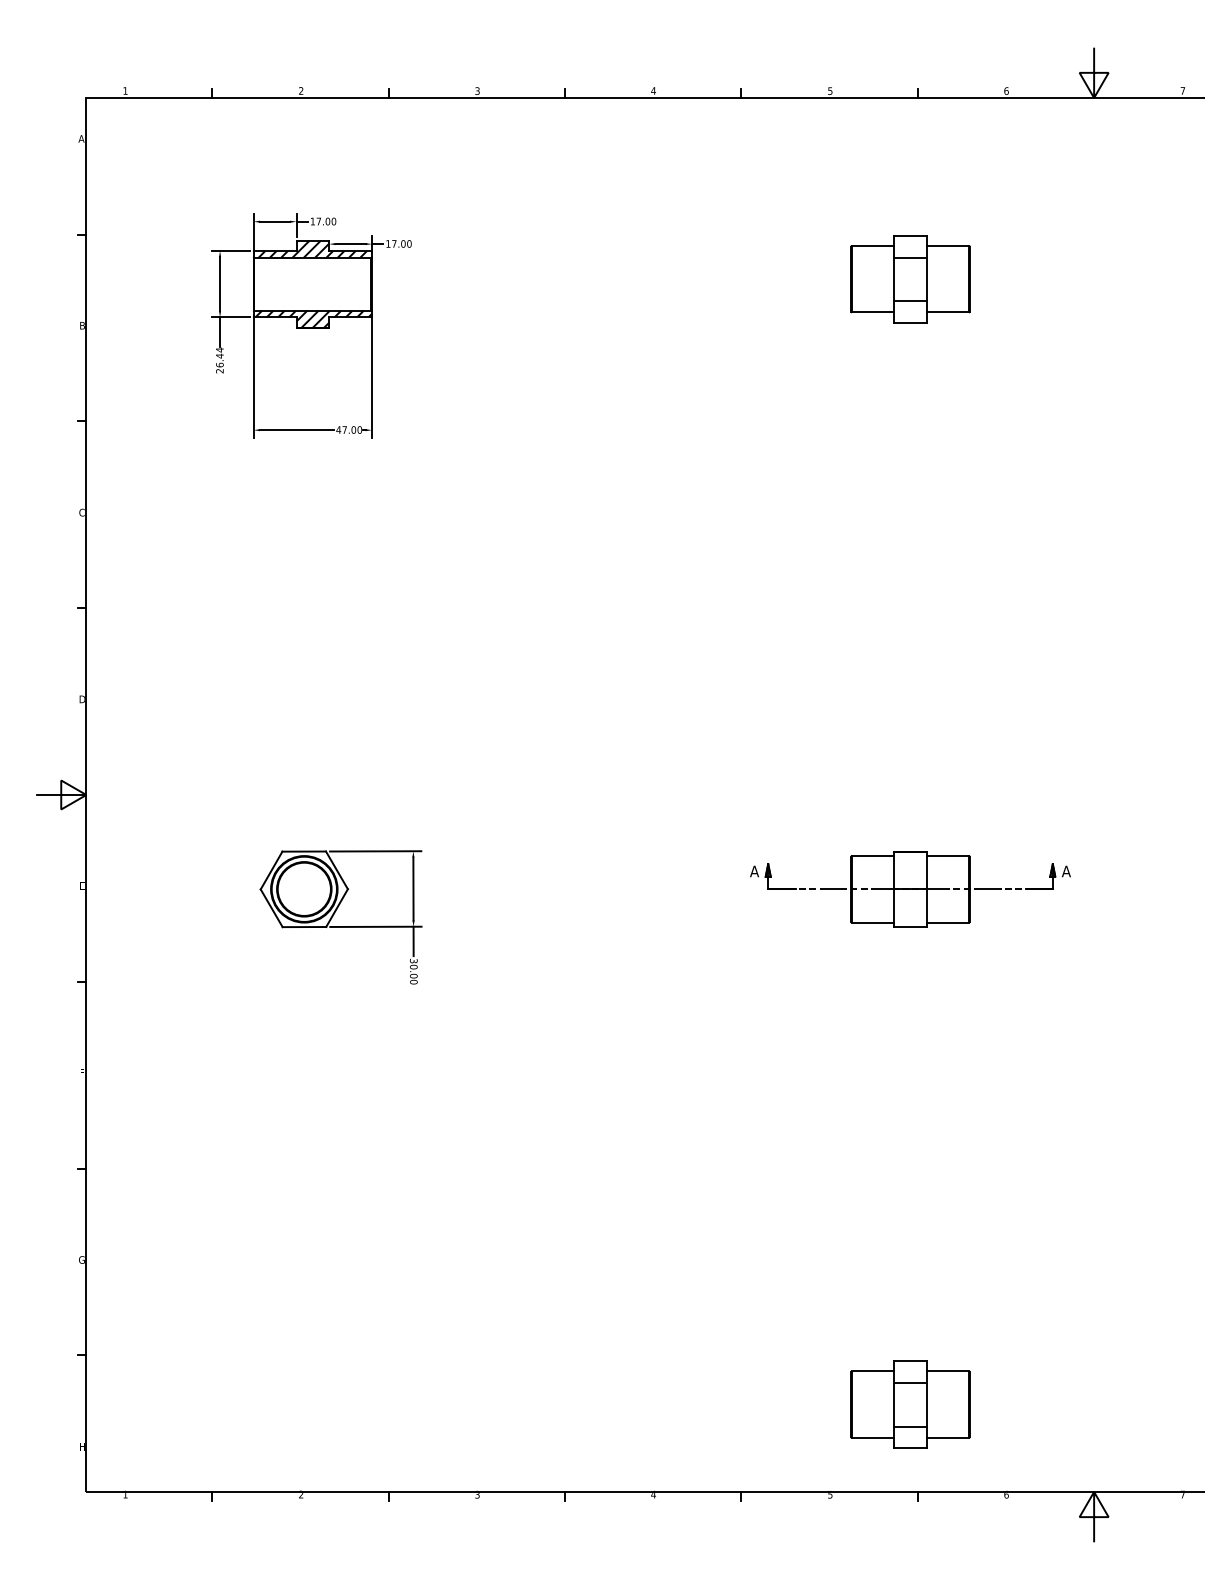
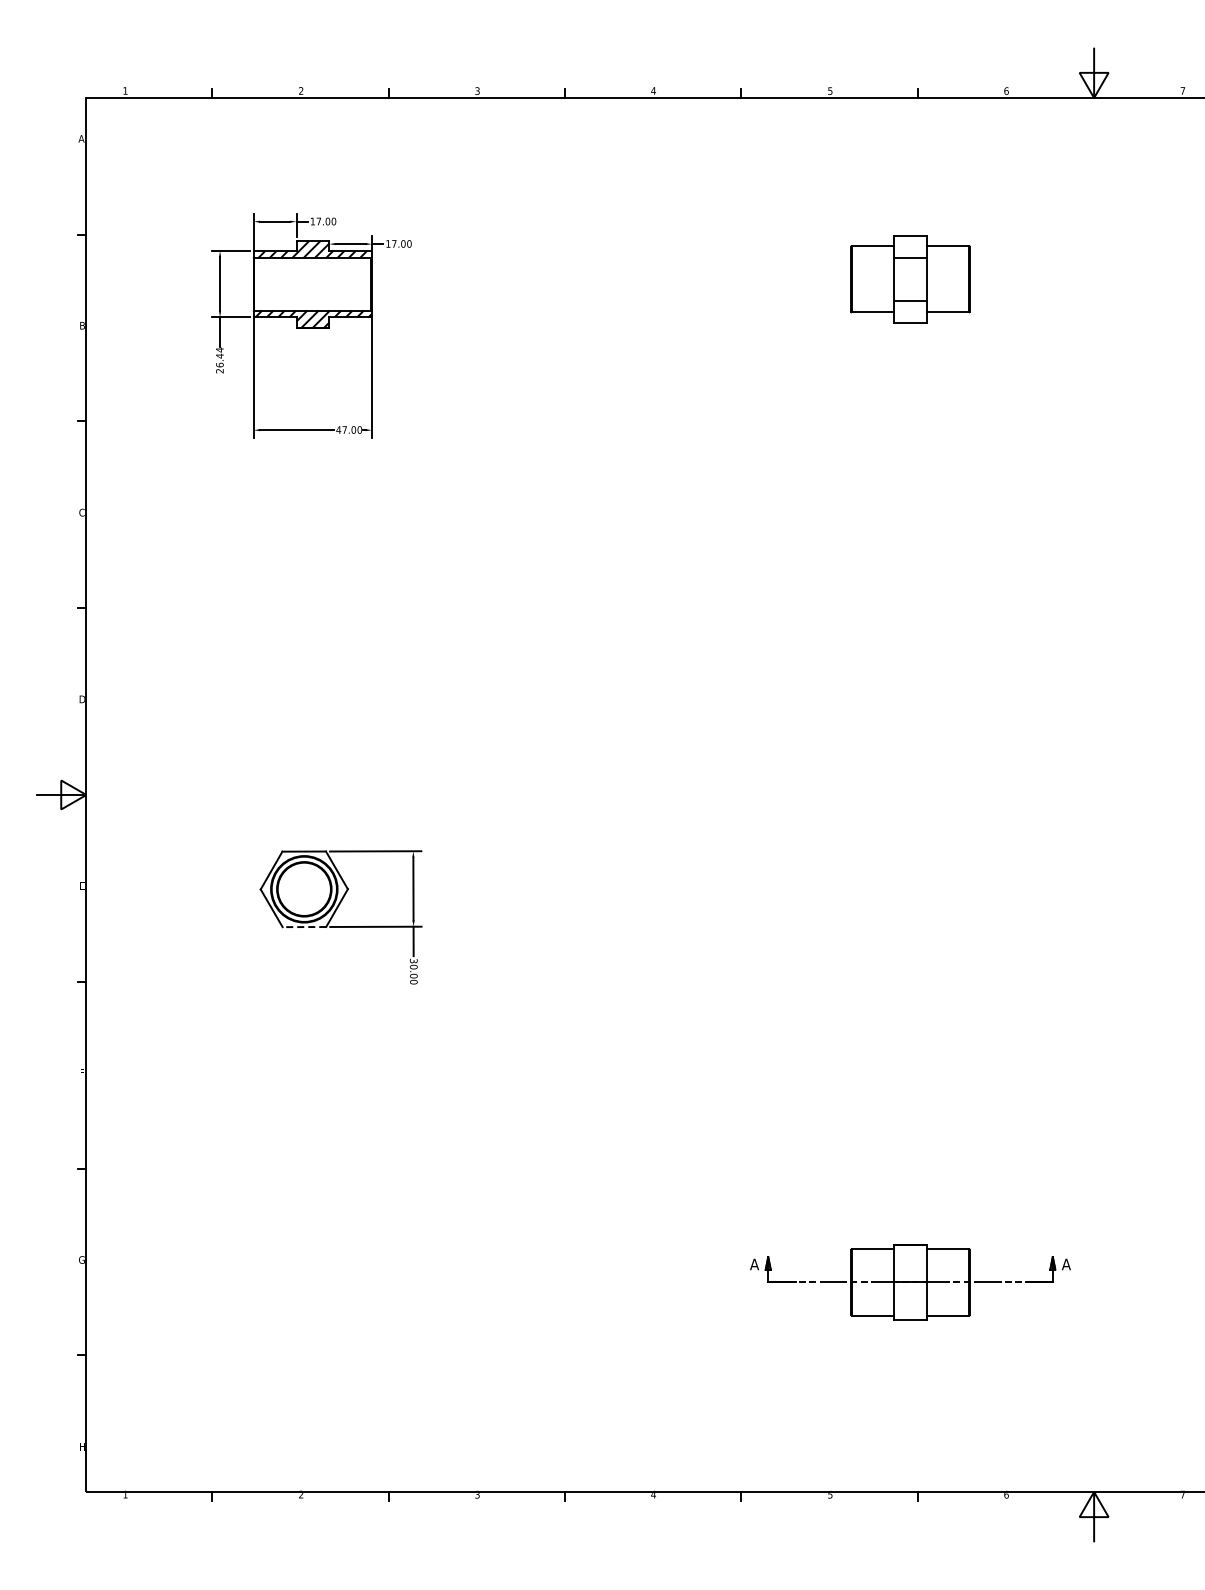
part at (910, 889) position: (910, 889) -> (910, 1282)
line at (304, 927): solid -> dashed
part at (910, 1404): present -> none
